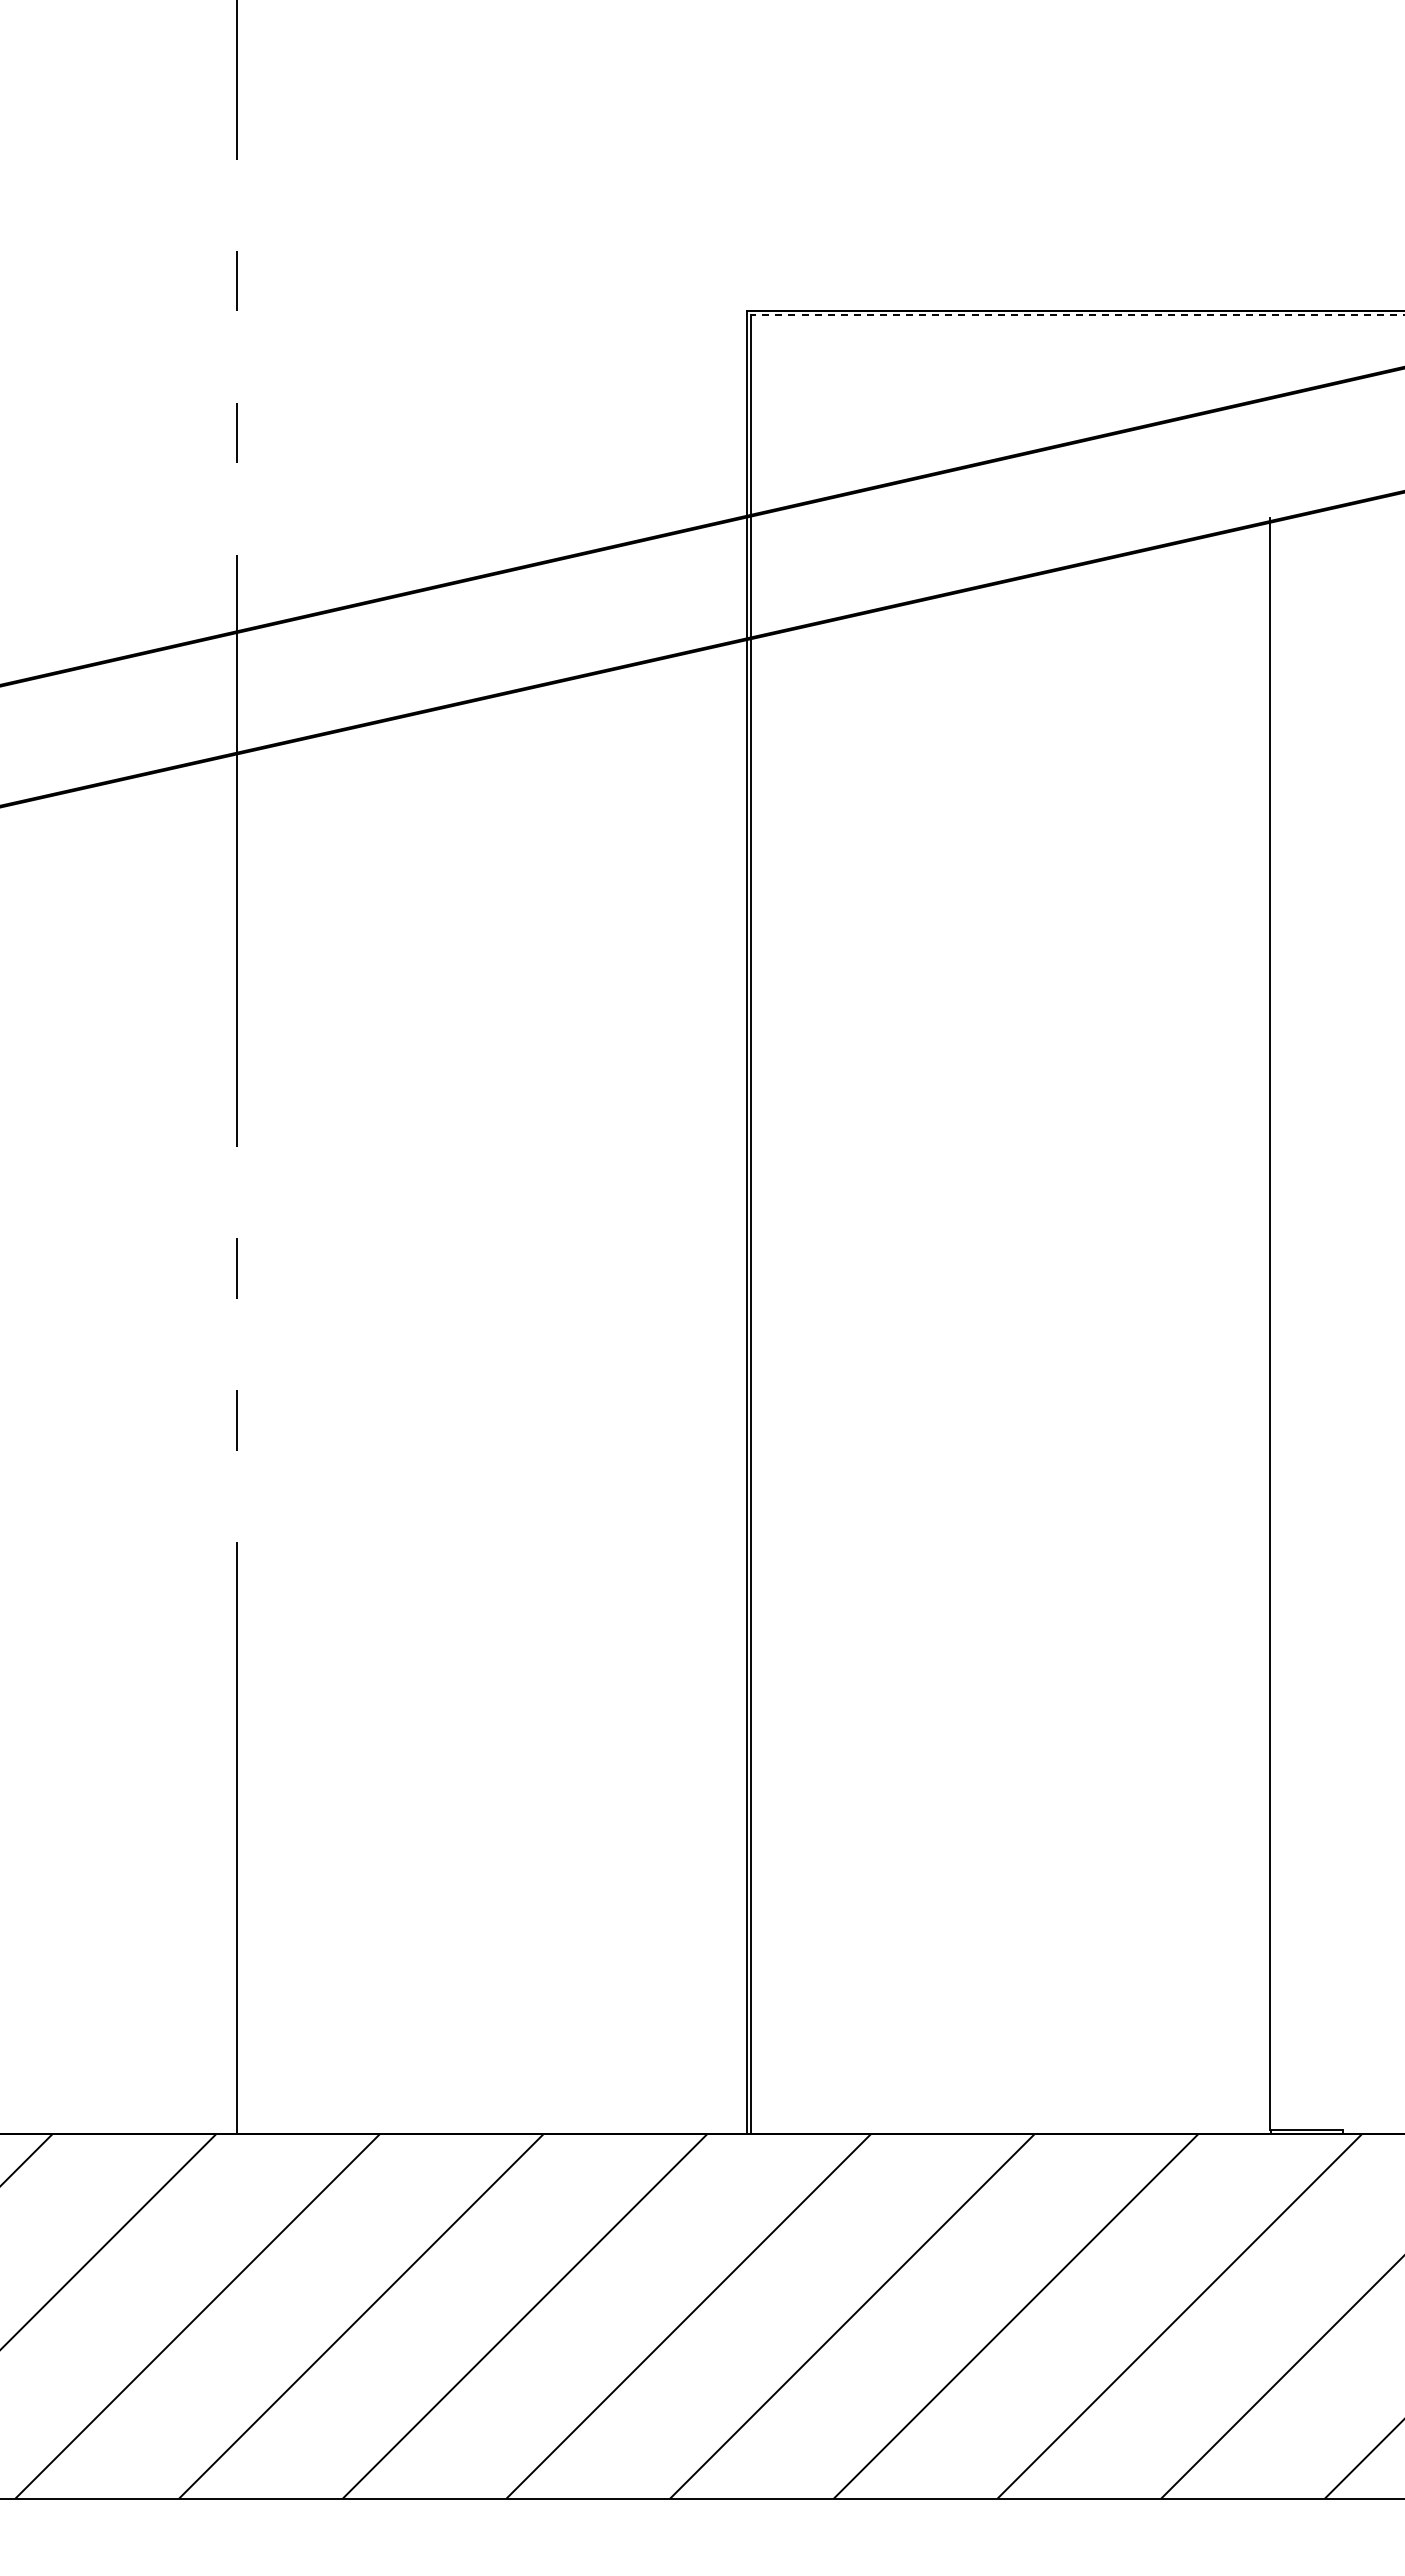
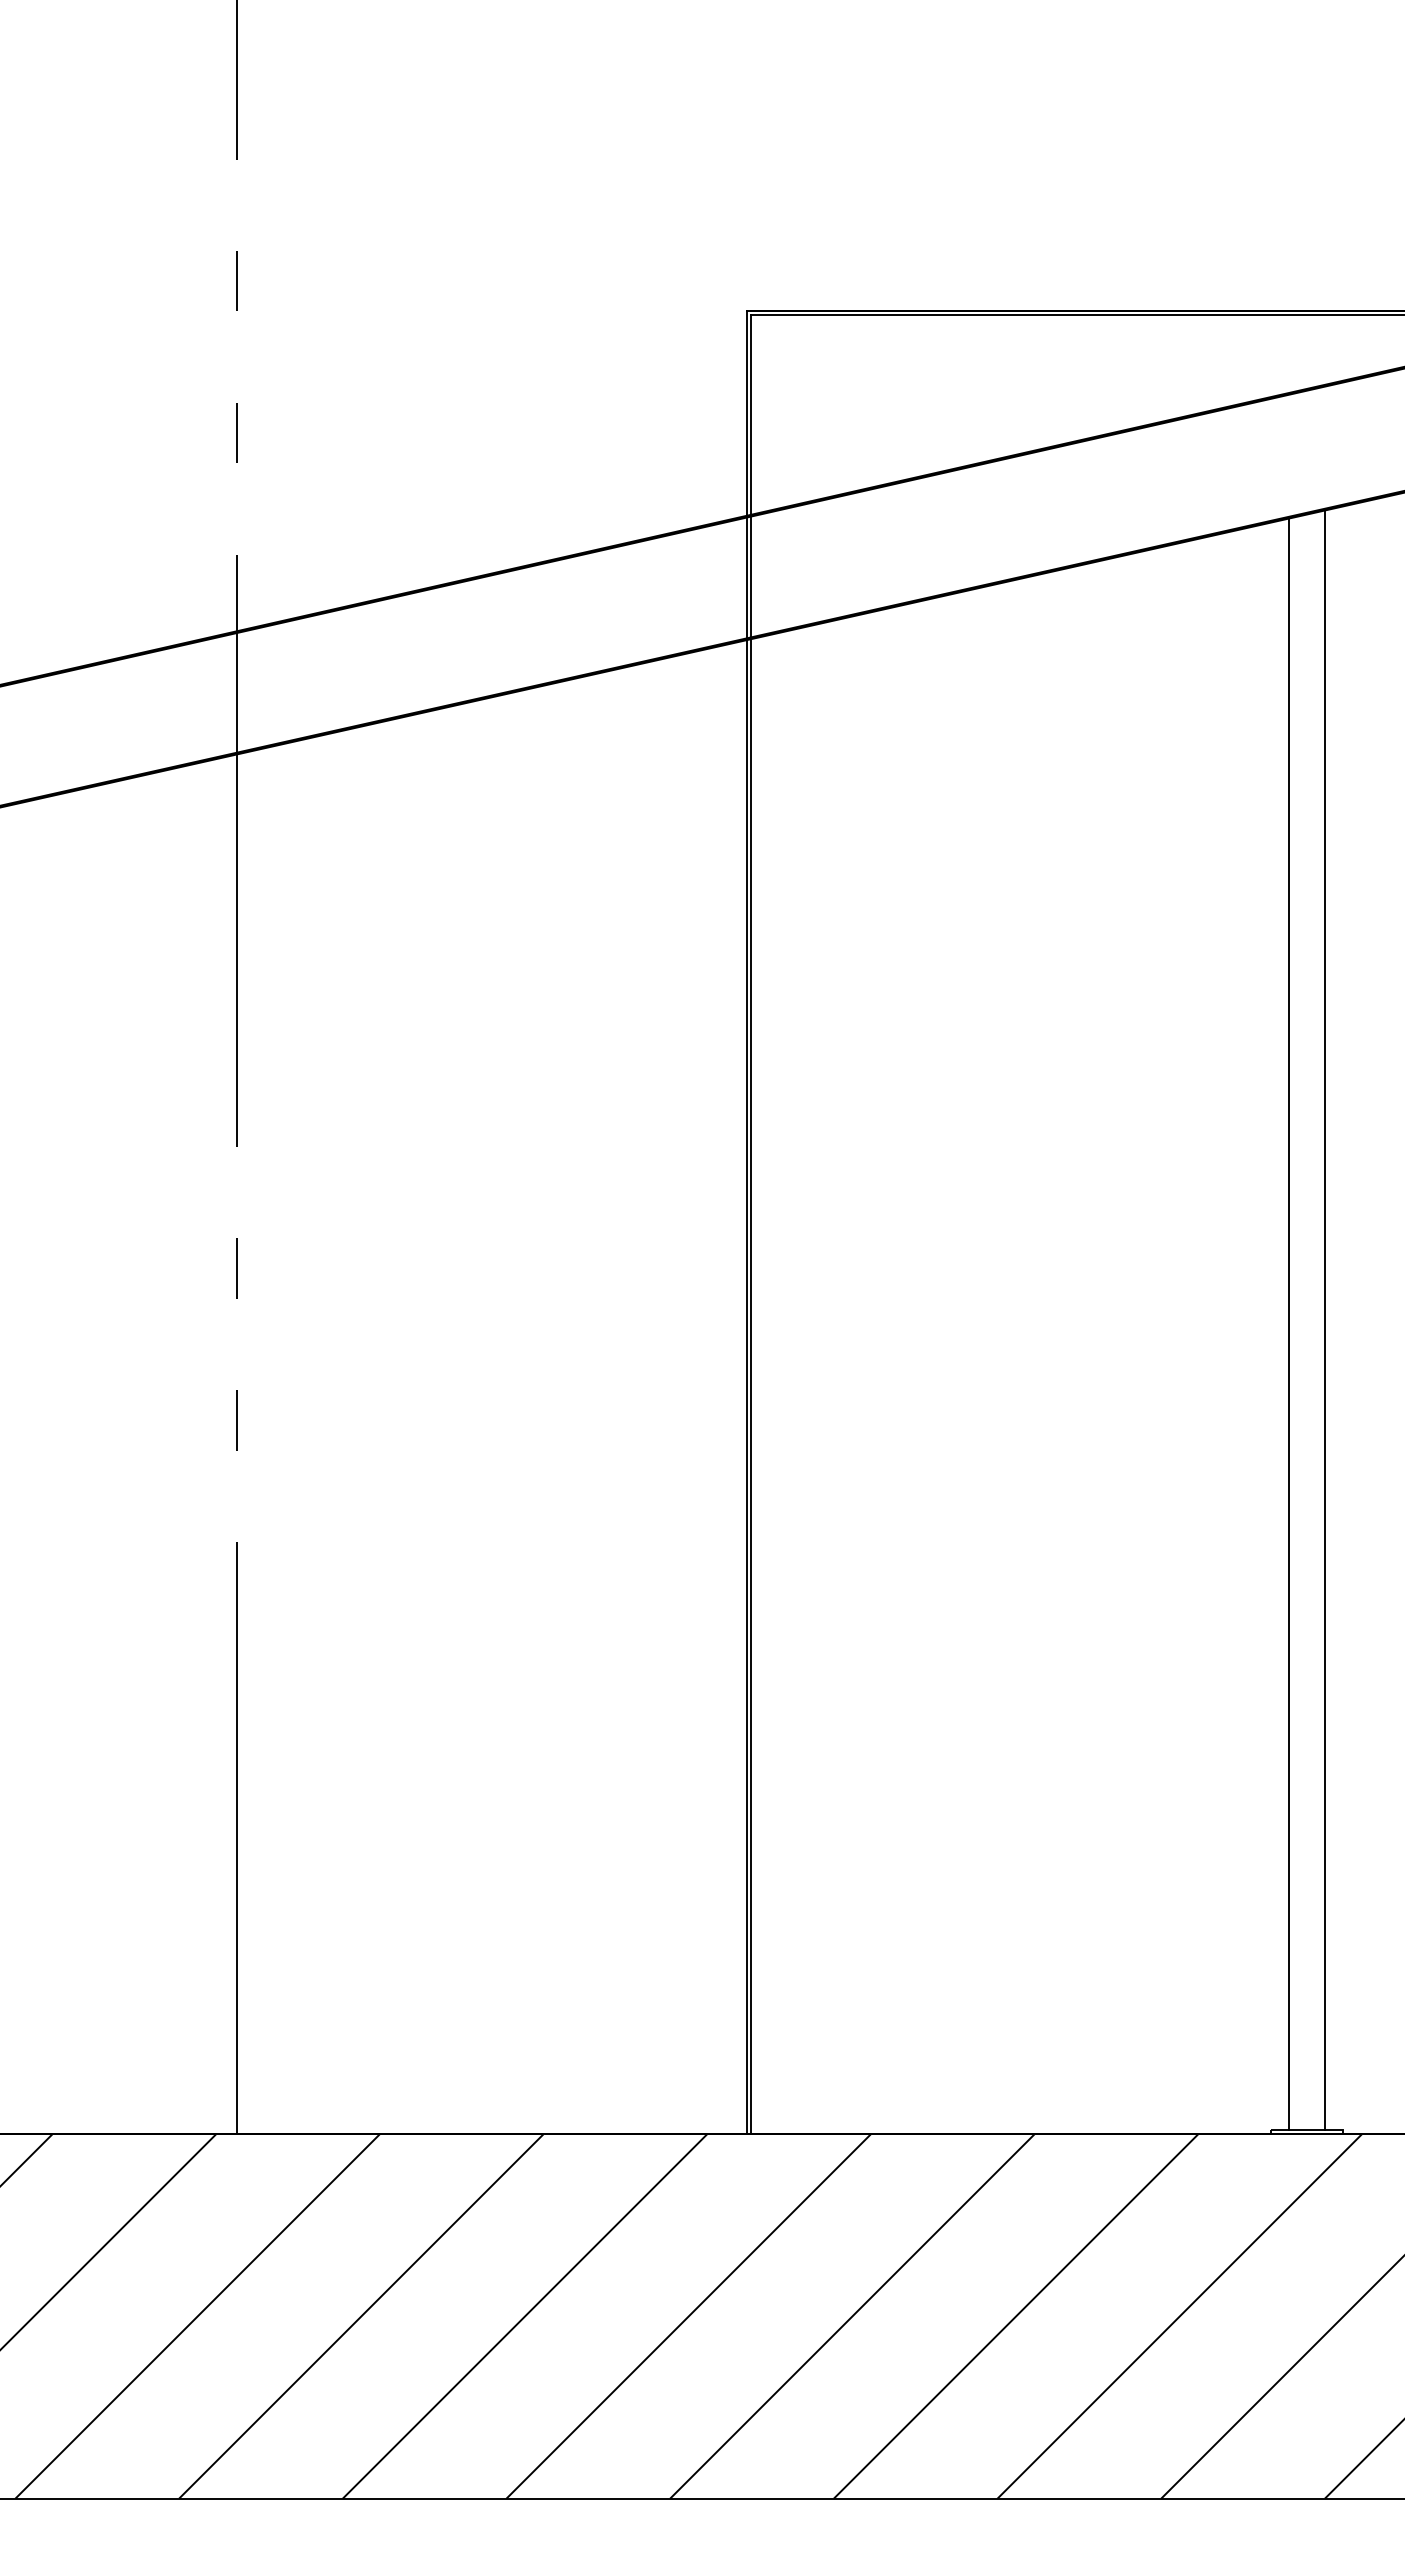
line at (1077, 315): dashed -> solid
line at (1325, 1319): none -> present
line at (1269, 1323) position: (1269, 1323) -> (1288, 1323)
